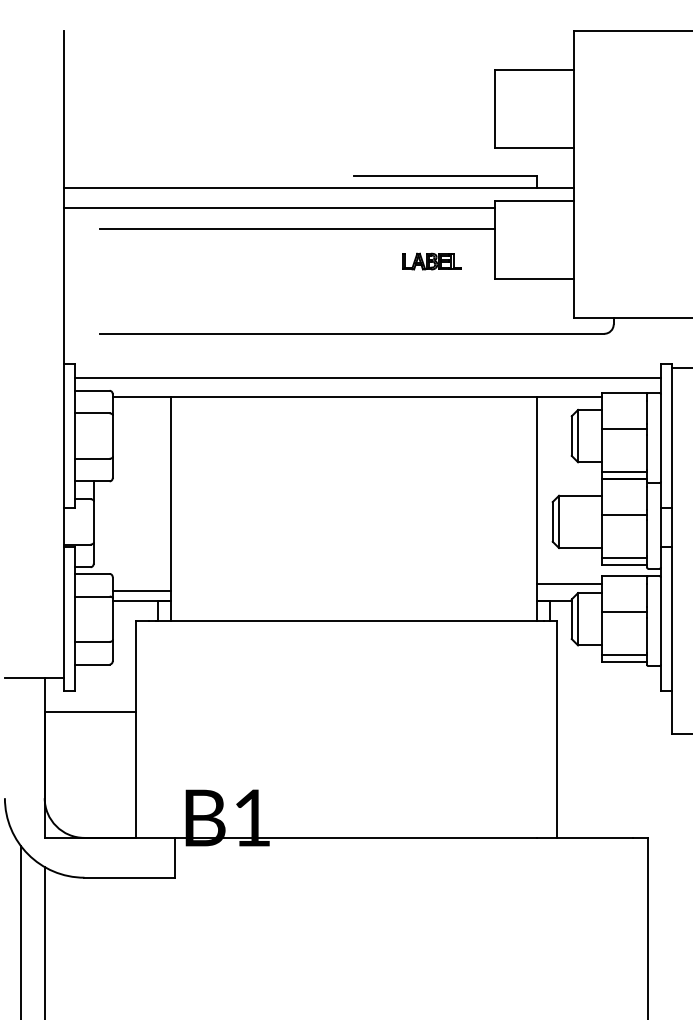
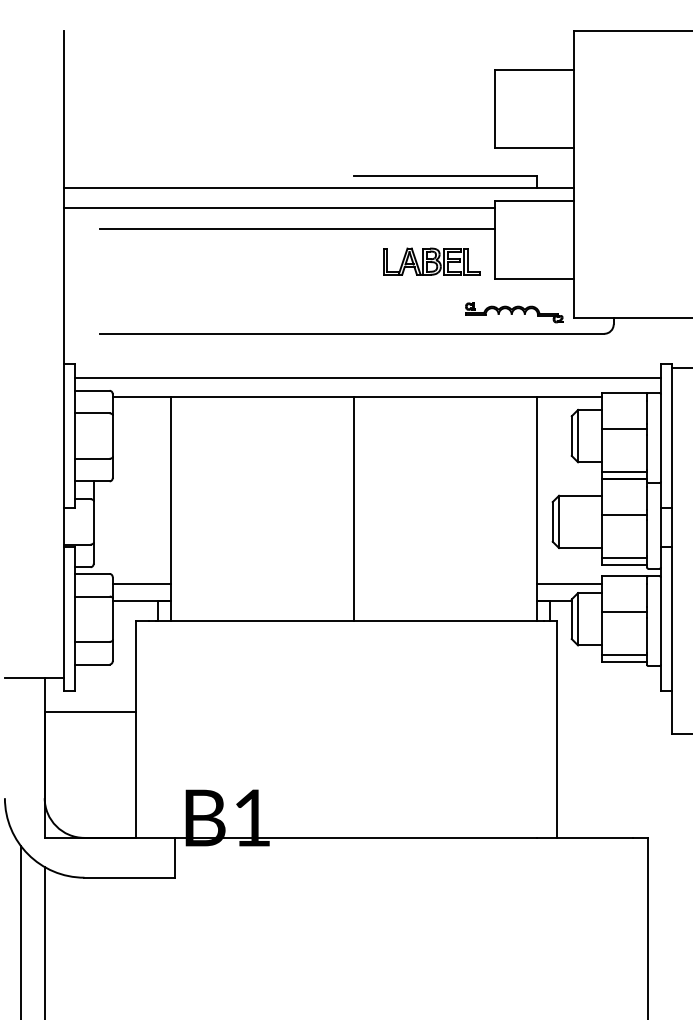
part at (431, 261) size: 60x19 px -> 98x29 px
part at (514, 312): none -> present
line at (354, 509): none -> present
line at (141, 590) position: (141, 590) -> (141, 583)
